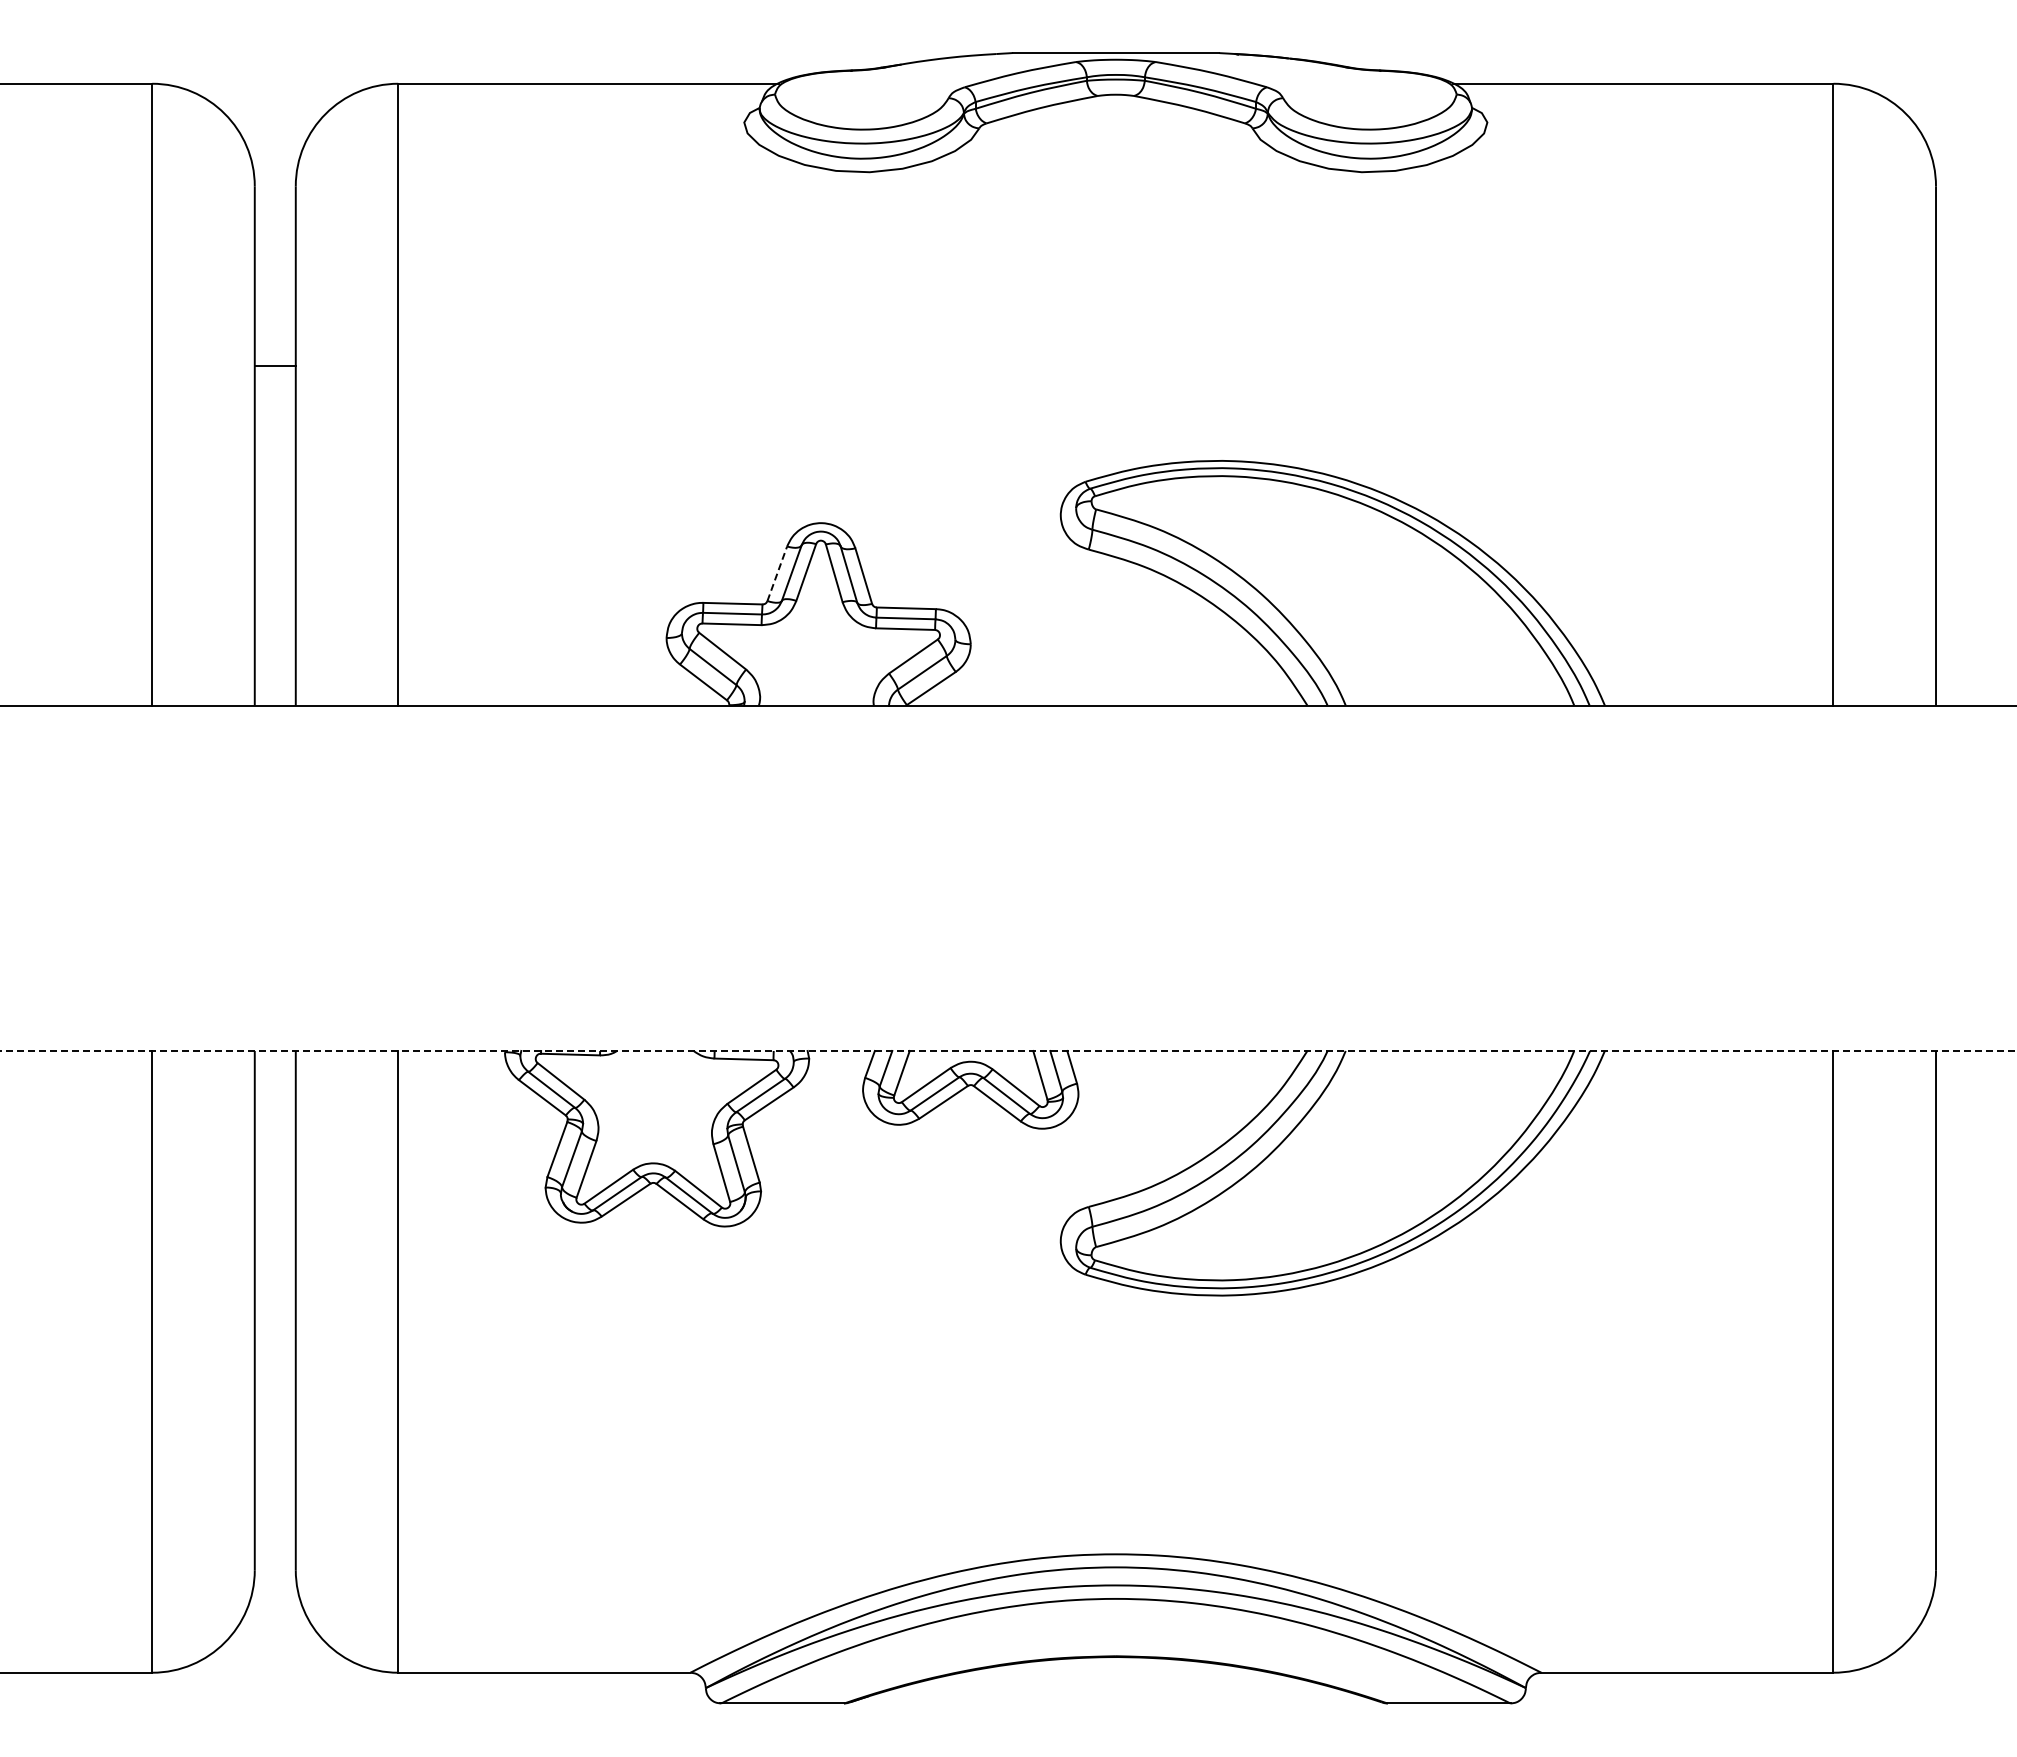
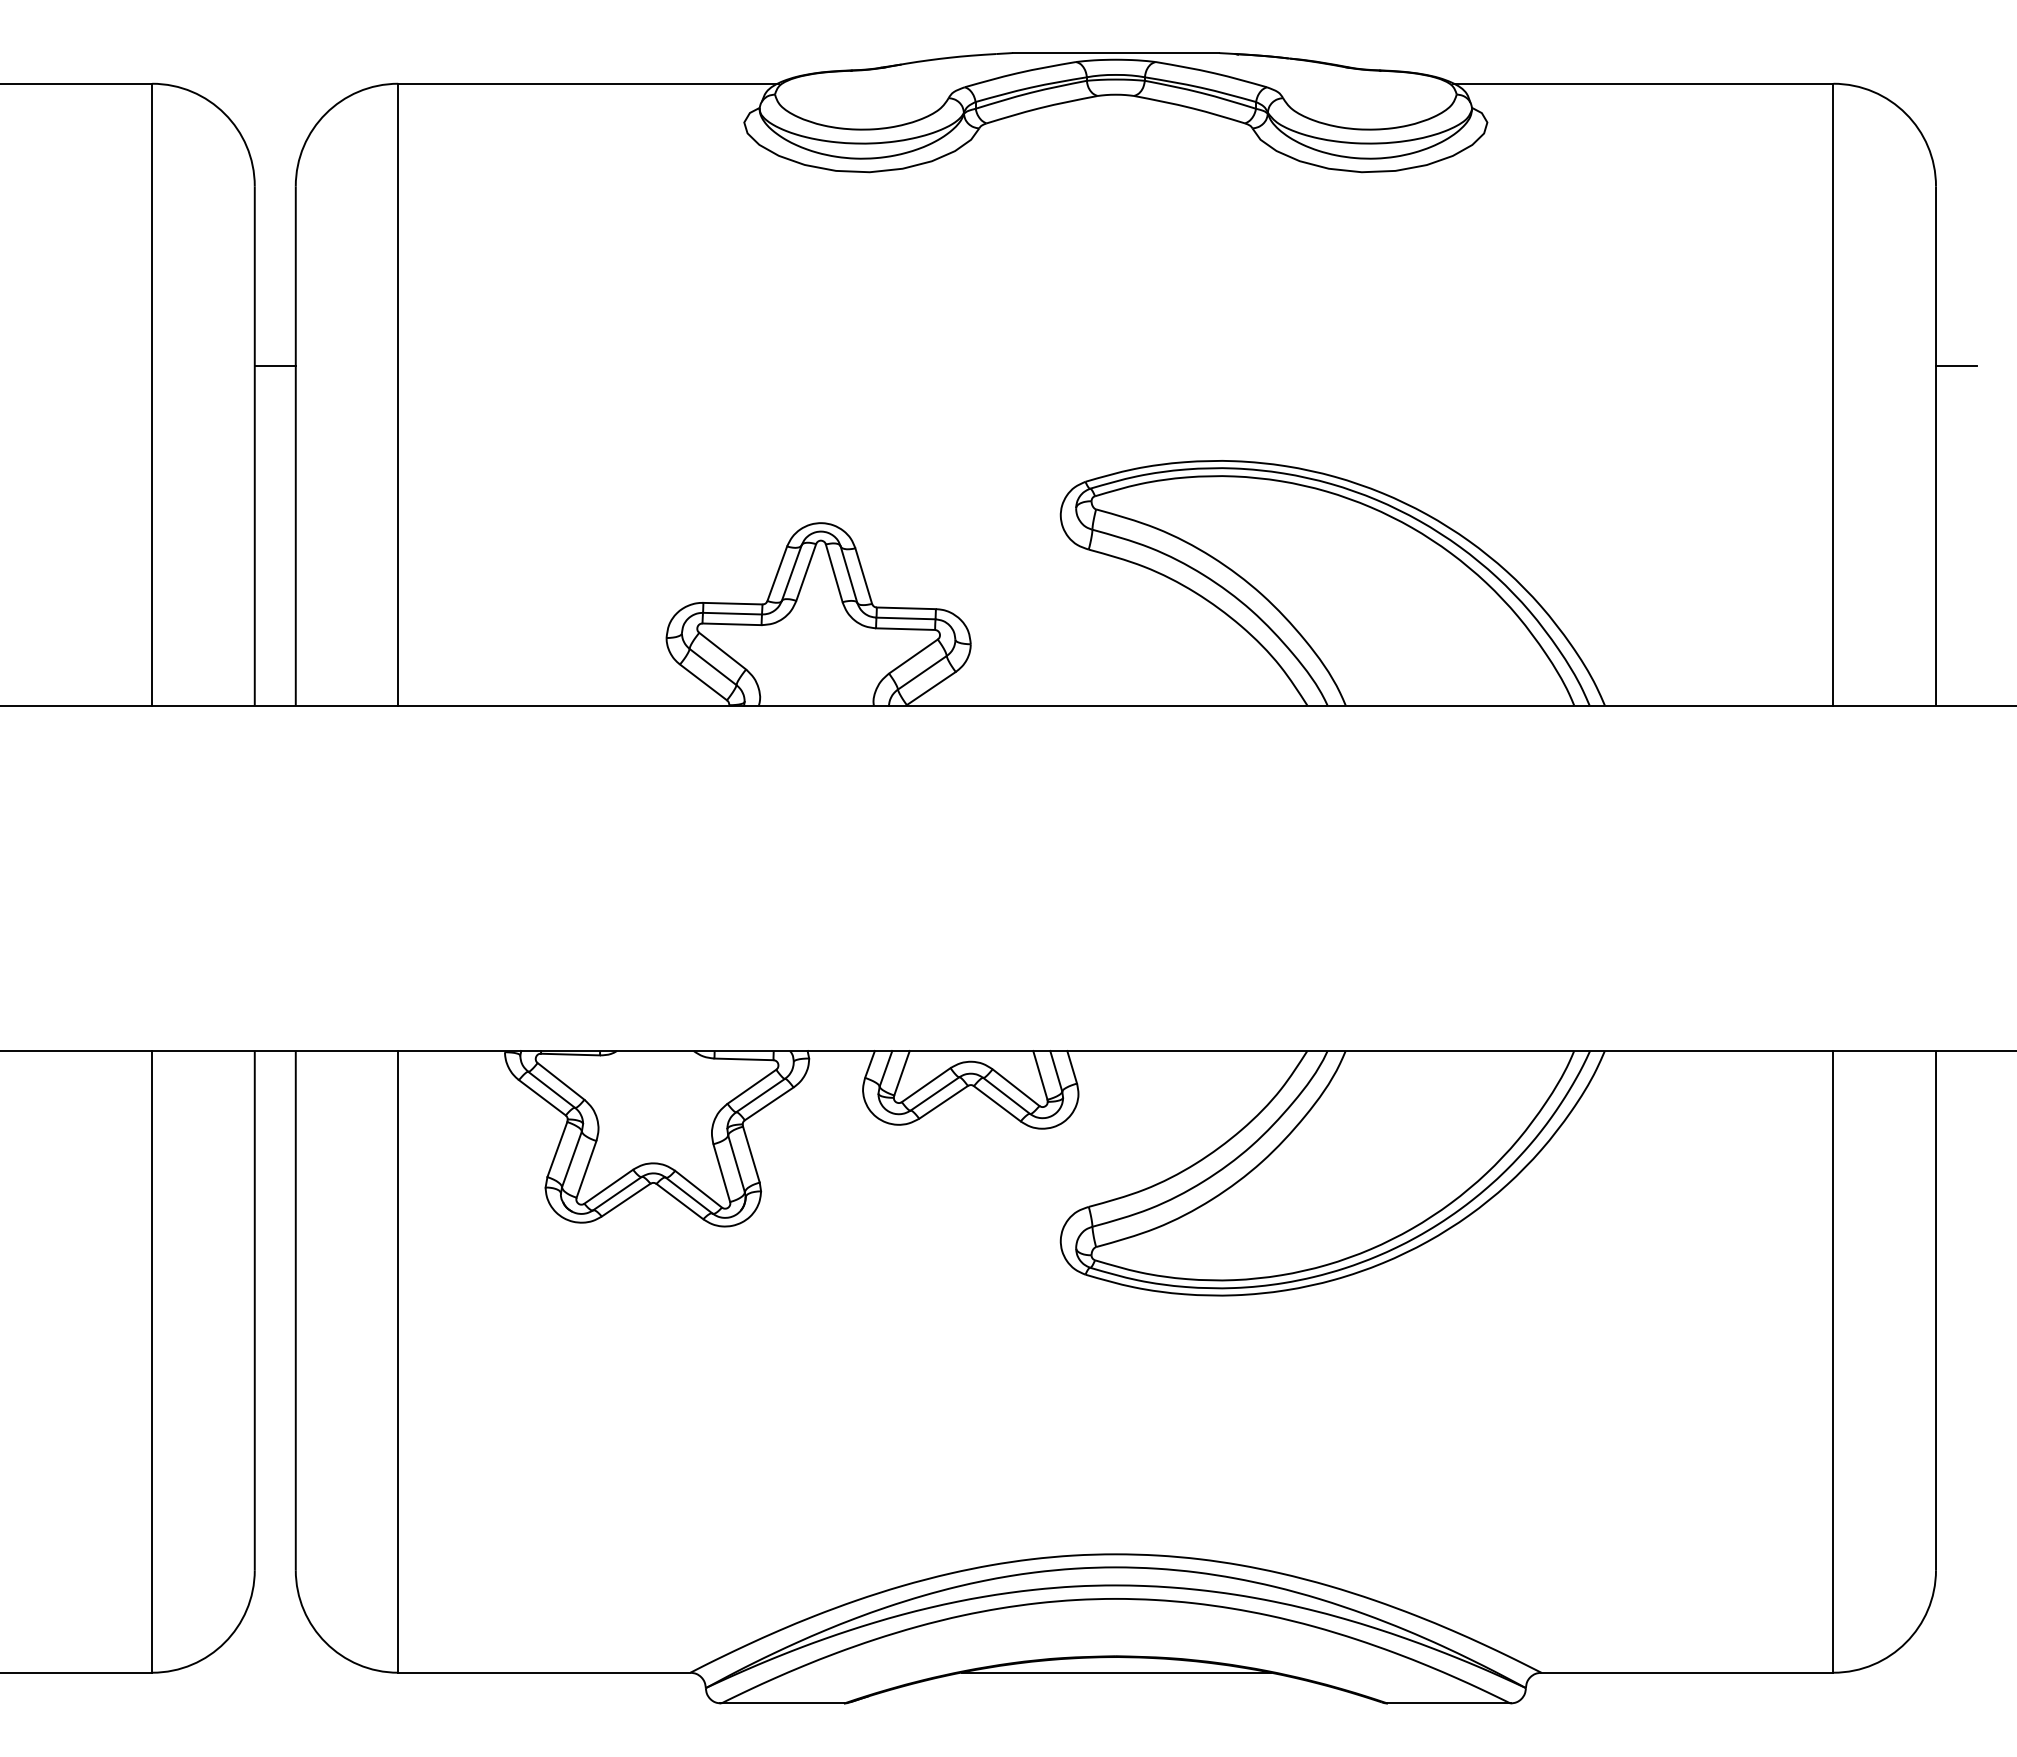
line at (1956, 365): none -> present
line at (777, 573): dashed -> solid
line at (1008, 1050): dashed -> solid
line at (1116, 1672): none -> present
